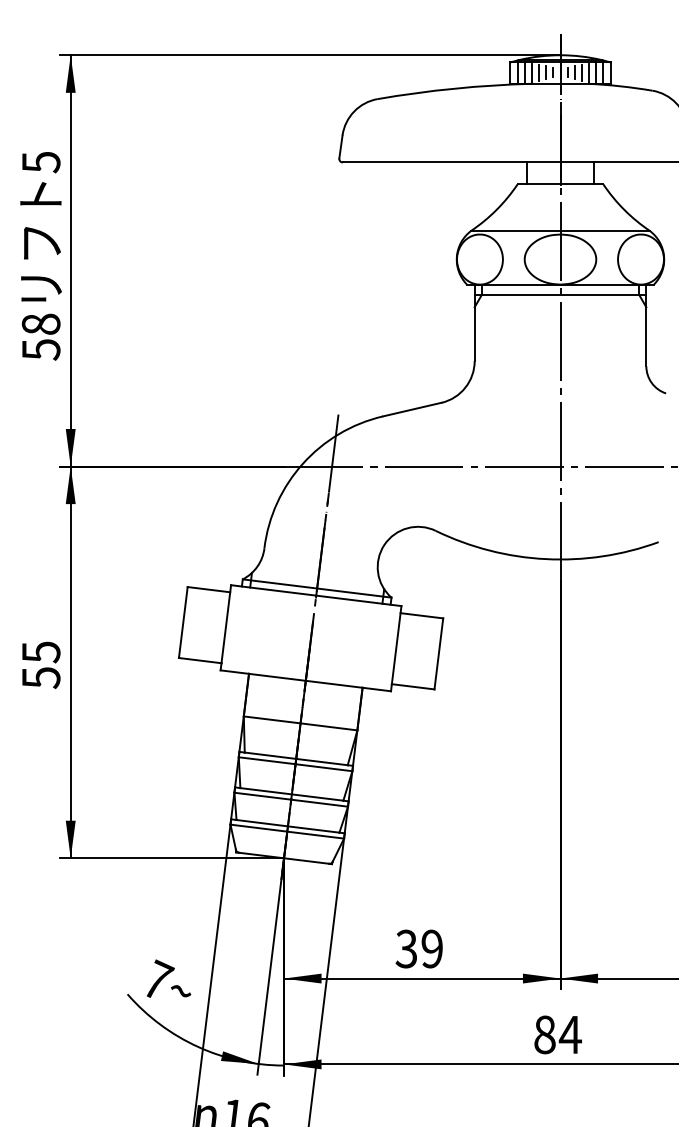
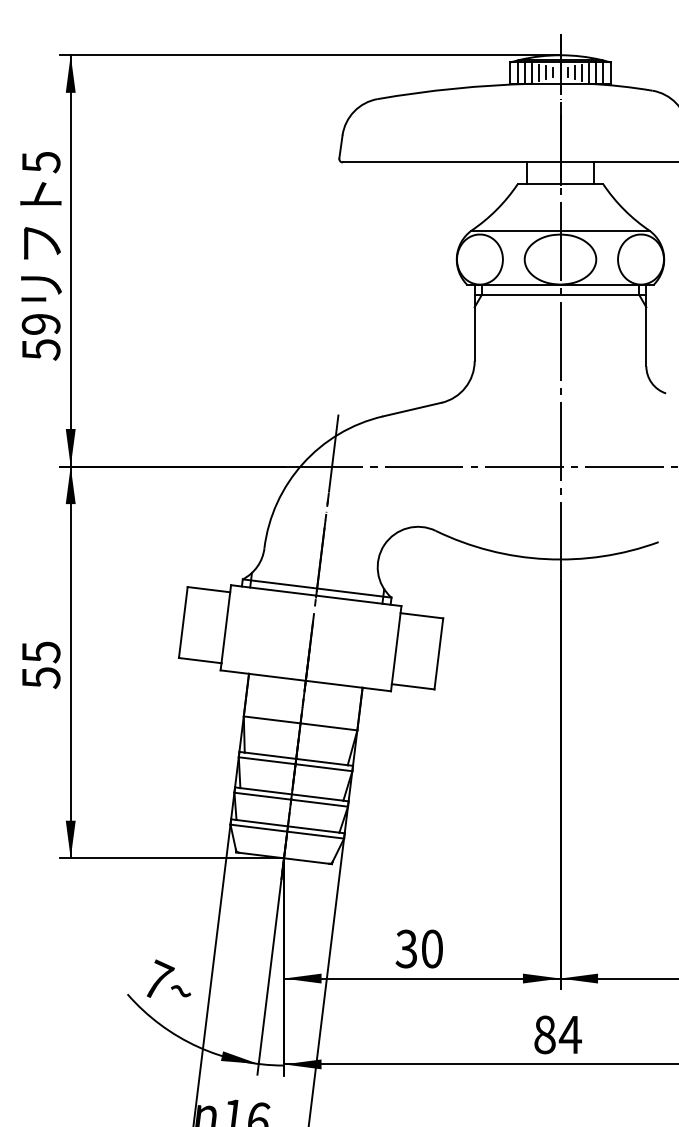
text at (40, 323): 58 -> 59
text at (431, 948): 39 -> 30
